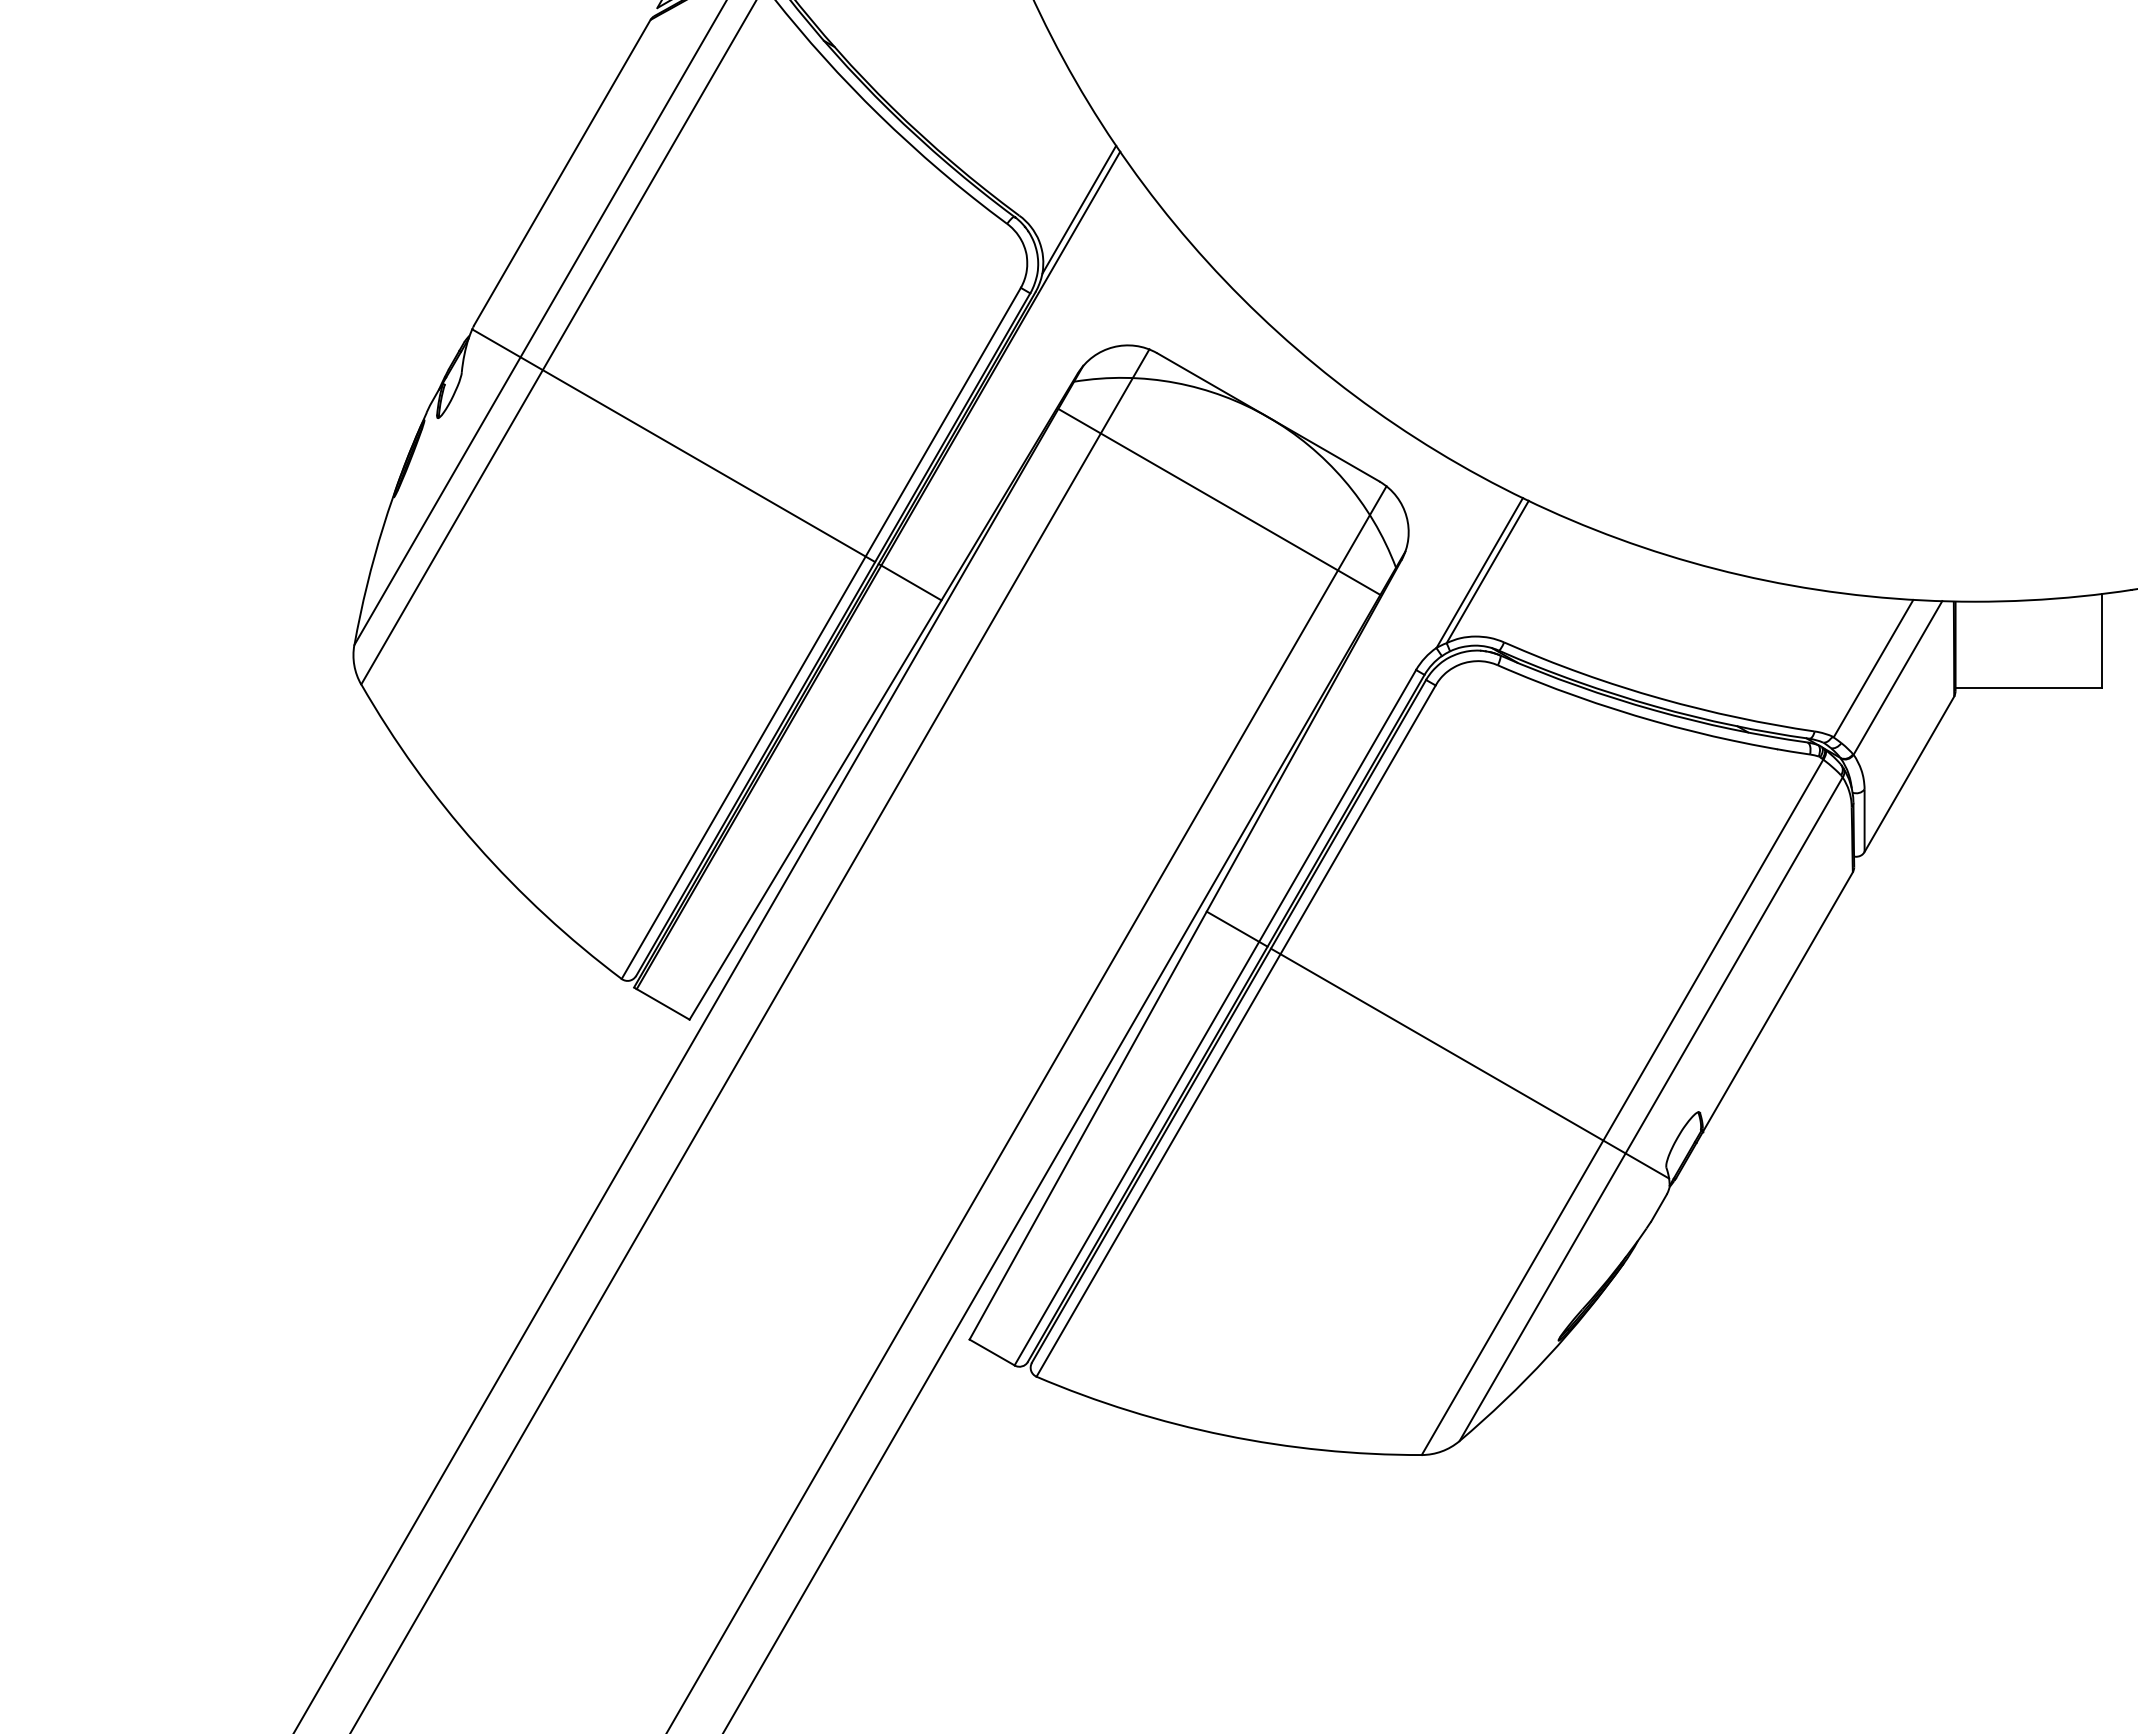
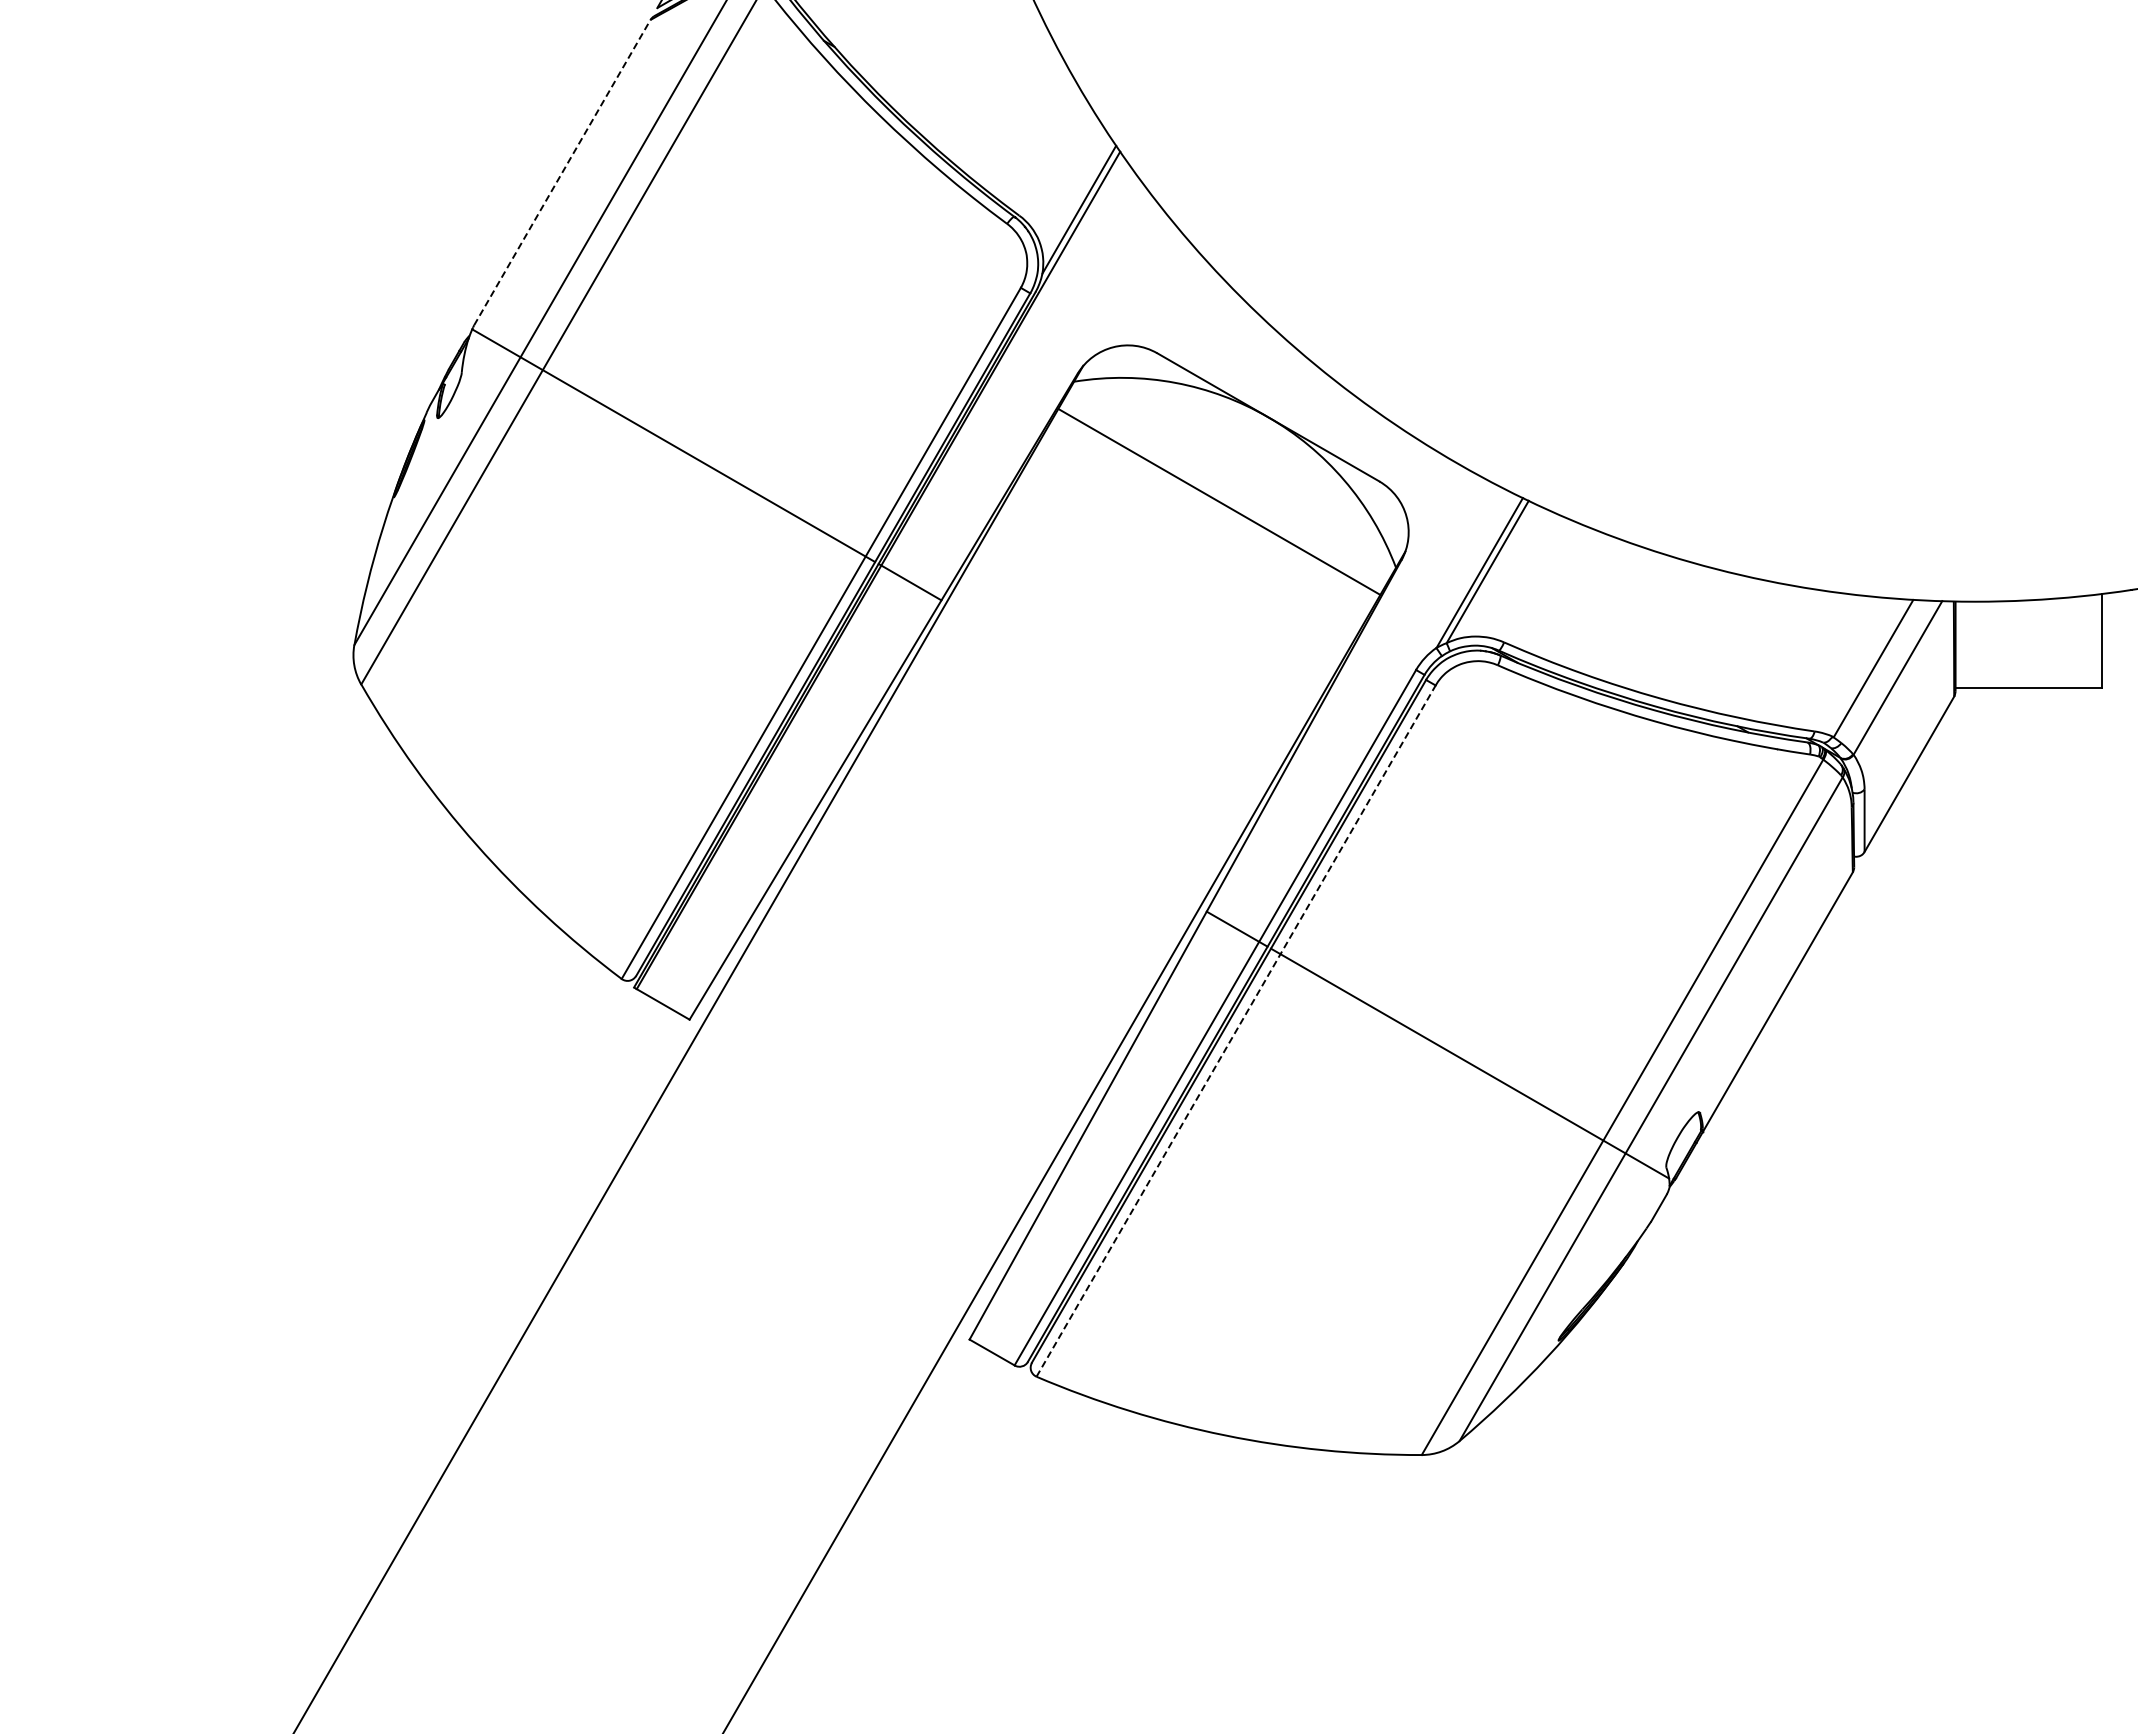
line at (562, 172): solid -> dashed
line at (1236, 1030): solid -> dashed
line at (750, 1039): present -> none
line at (1027, 1108): present -> none
